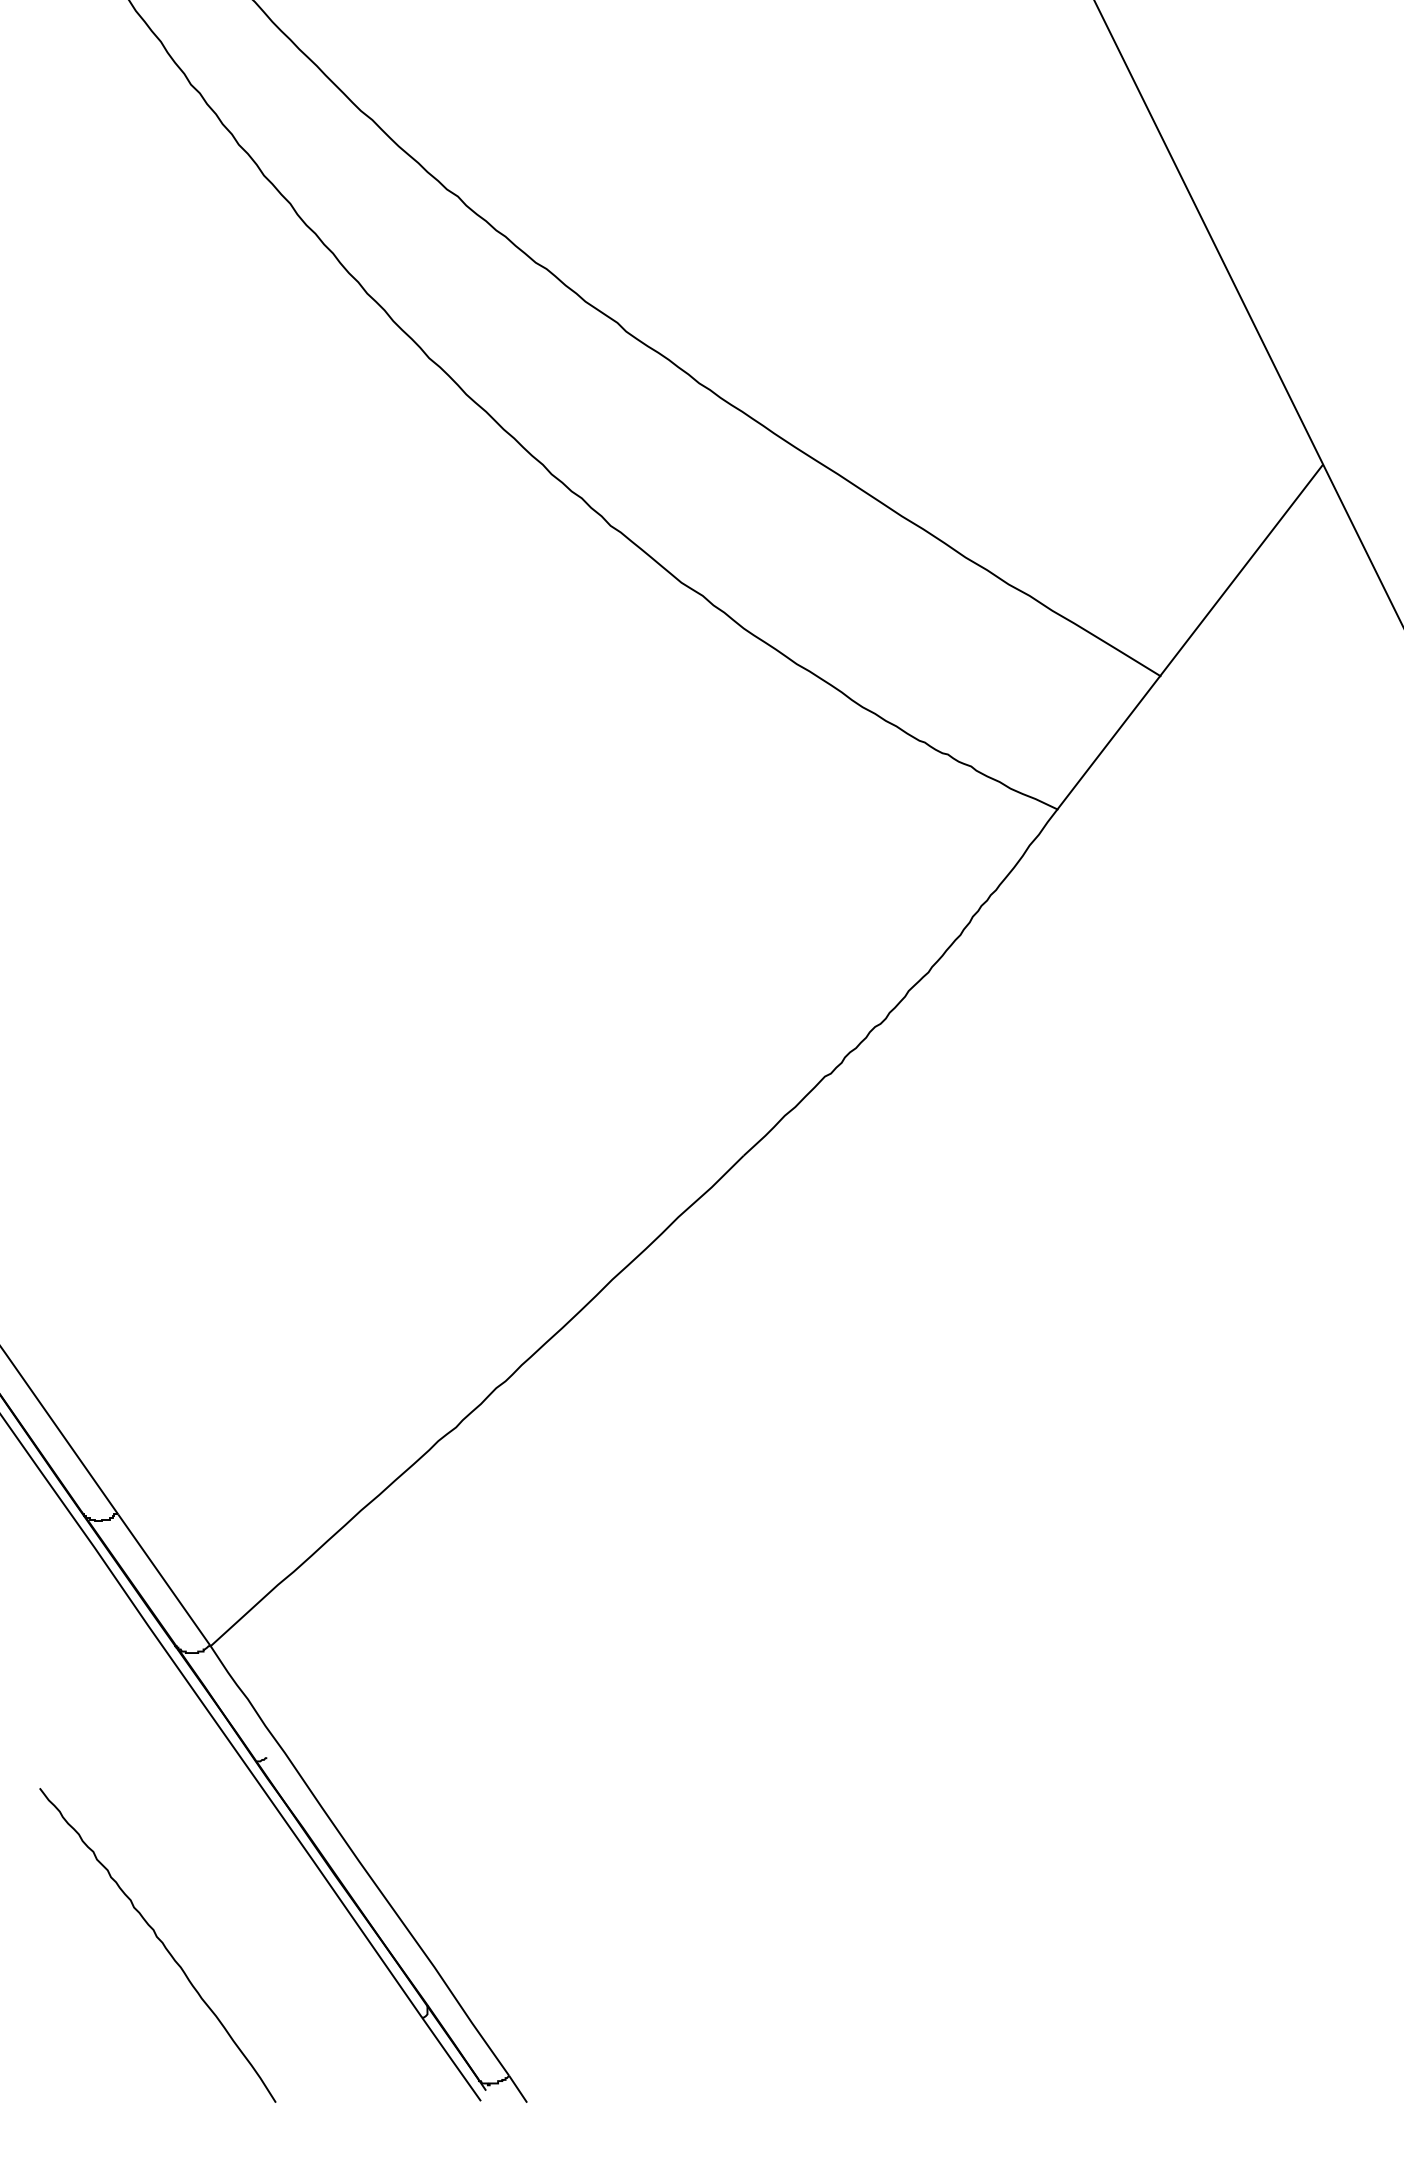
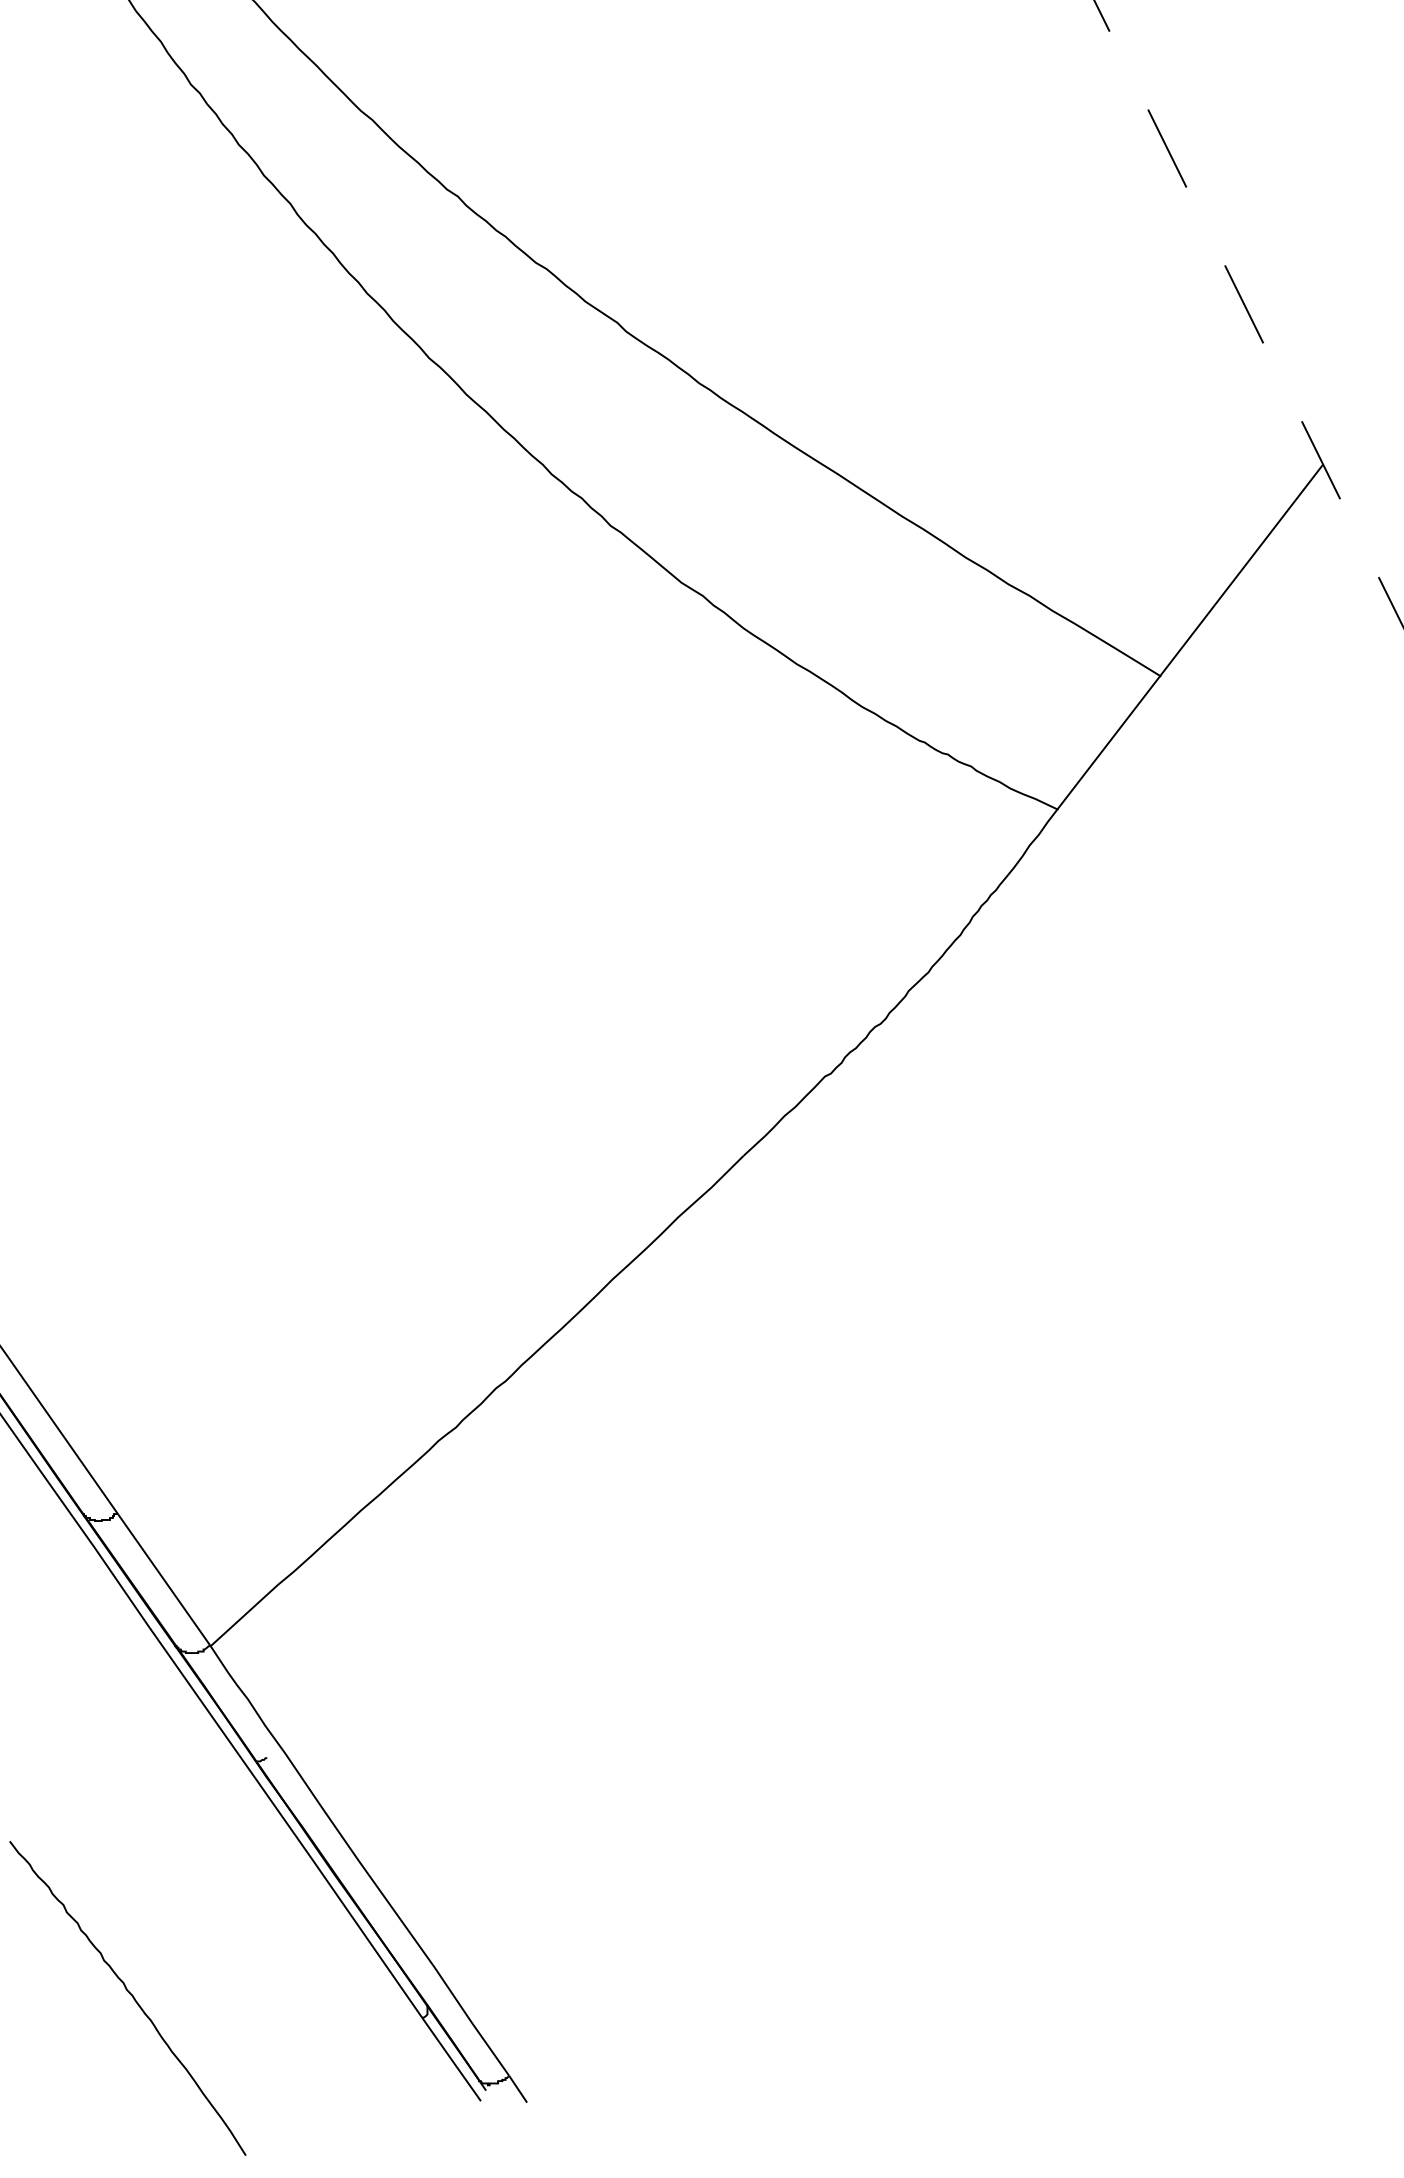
line at (1249, 314): solid -> dashed
curve at (160, 1942) position: (160, 1942) -> (130, 1995)
